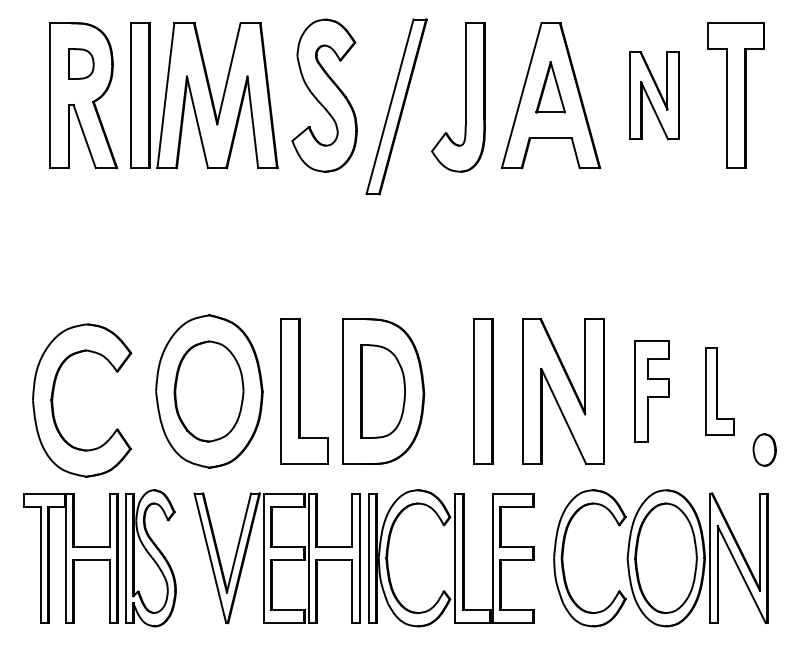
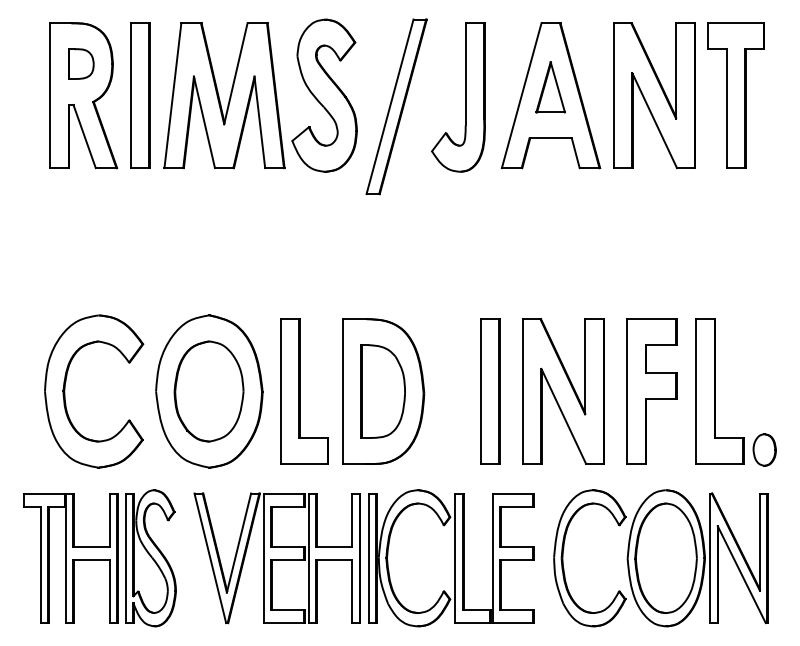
part at (217, 95) position: (217, 95) -> (224, 95)
part at (654, 95) size: 51x90 px -> 83x148 px
part at (483, 391) position: (483, 391) -> (490, 391)
part at (651, 391) size: 36x103 px -> 52x147 px
part at (719, 391) size: 30x89 px -> 50x147 px
part at (53, 400) position: (53, 400) -> (65, 391)
